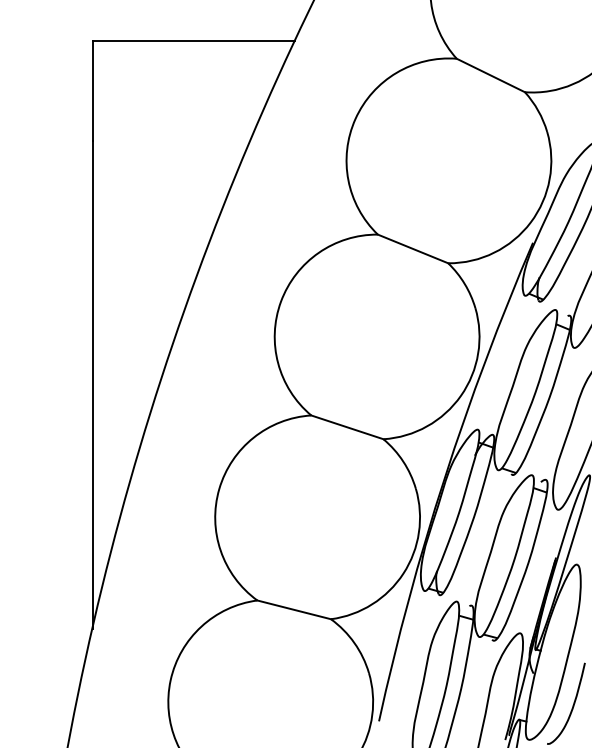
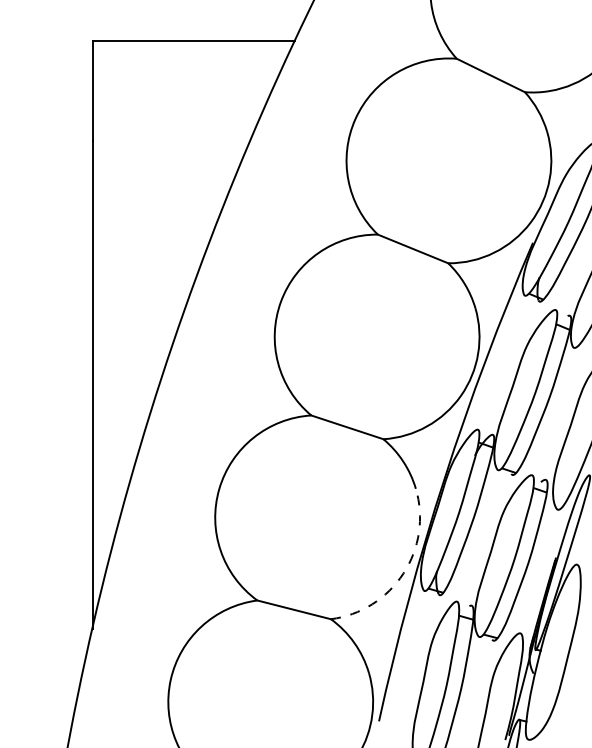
arc at (403, 573): solid -> dashed
curve at (572, 705): present -> none
